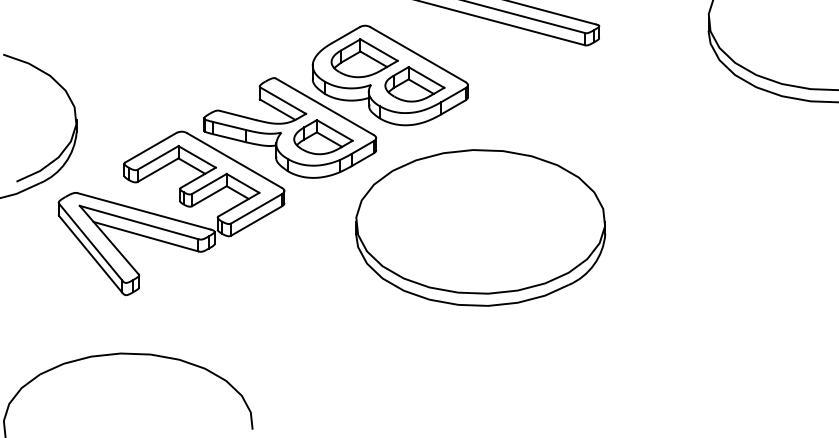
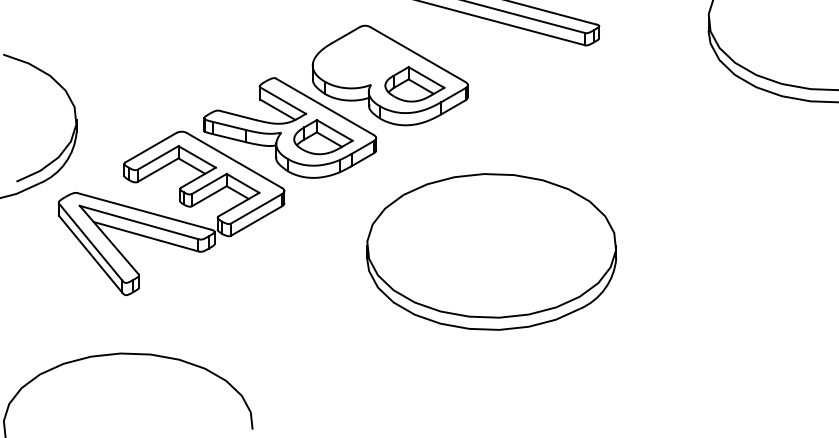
part at (364, 58): present -> none
part at (480, 227) position: (480, 227) -> (491, 251)
